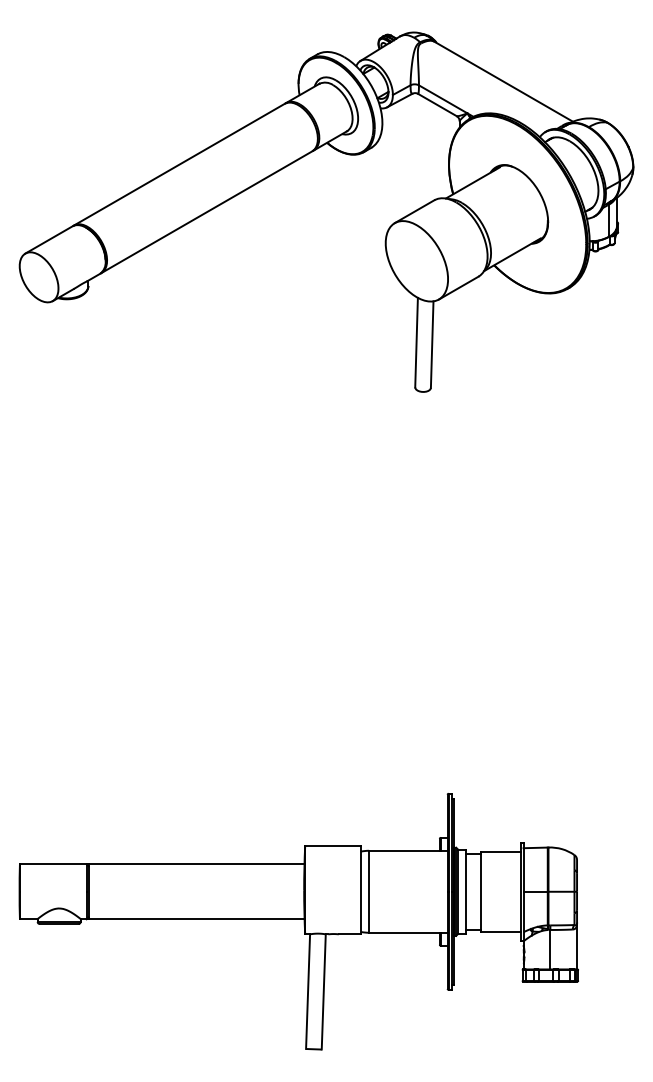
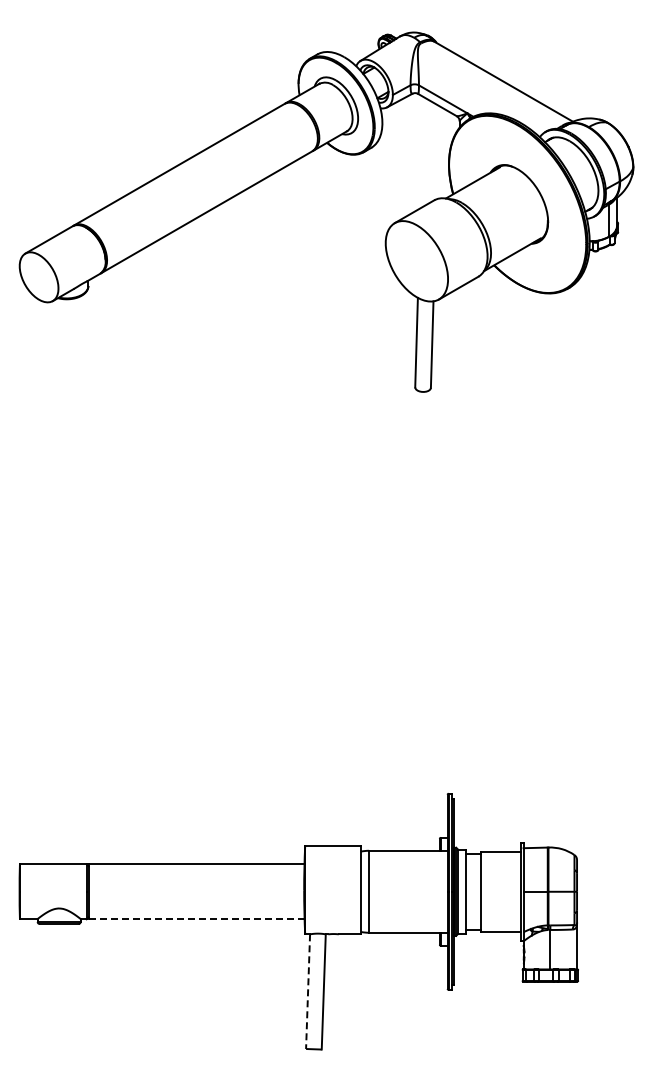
line at (196, 919): solid -> dashed
line at (308, 992): solid -> dashed
